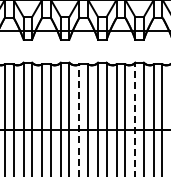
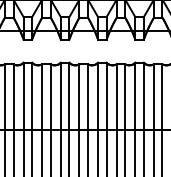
line at (135, 119): dashed -> solid
line at (79, 120): dashed -> solid
